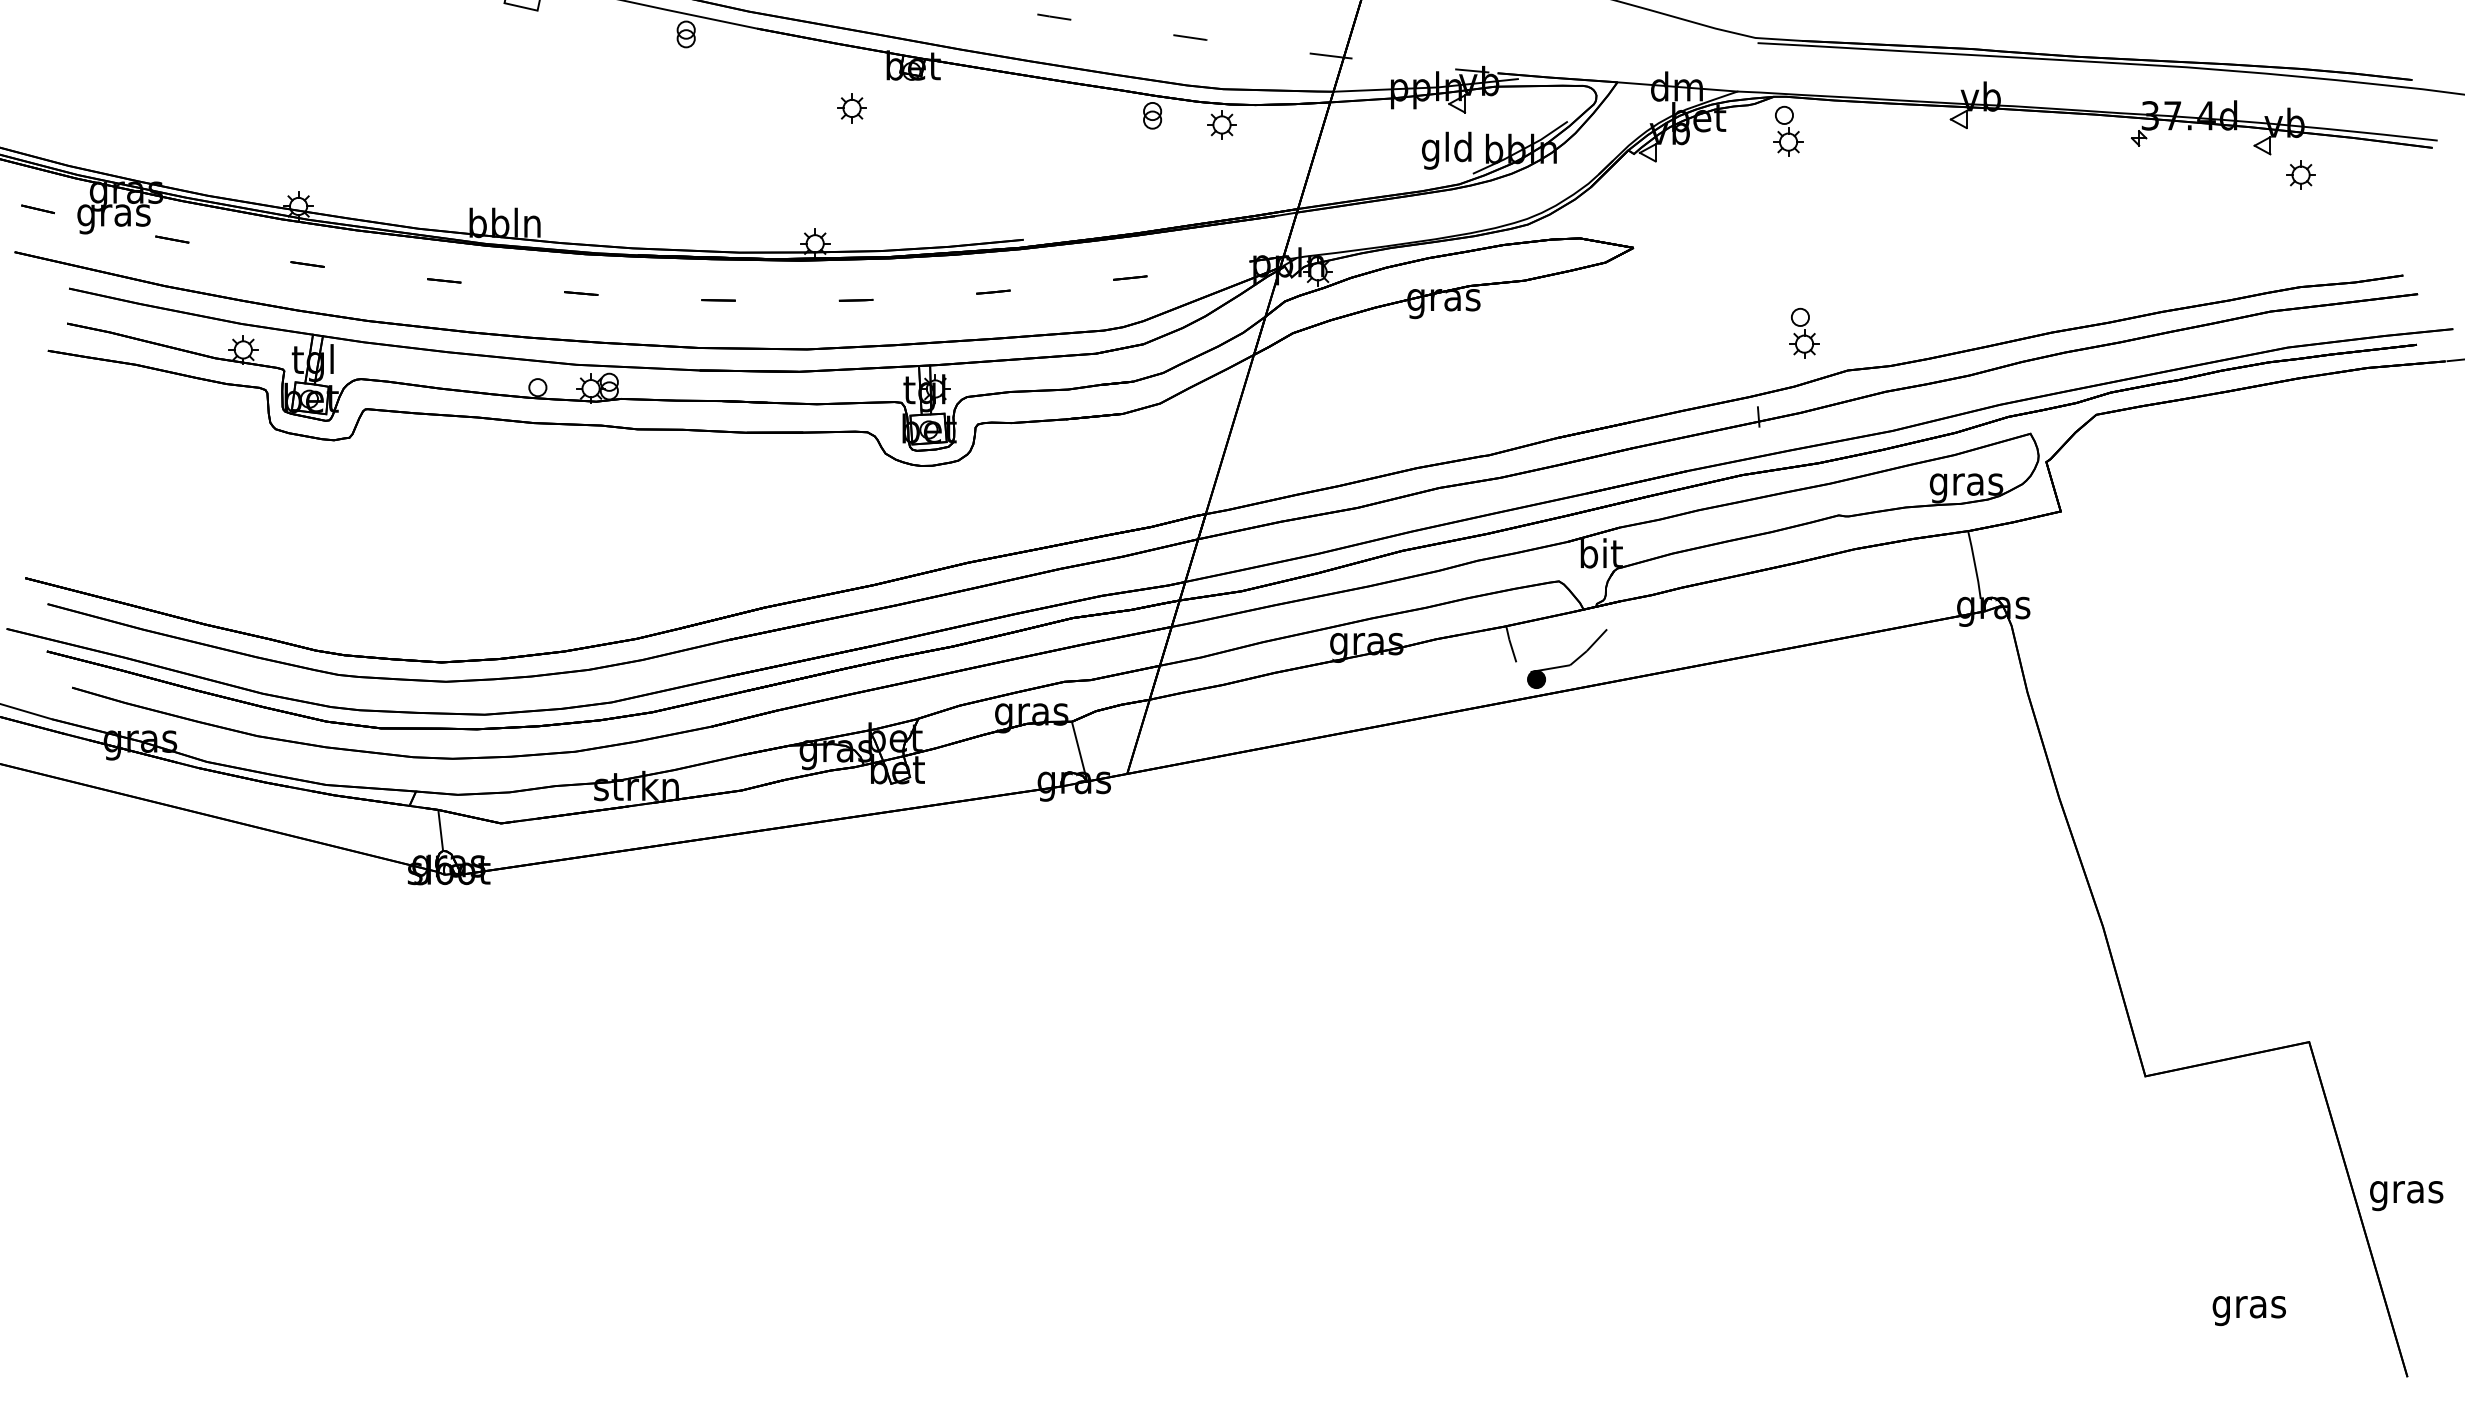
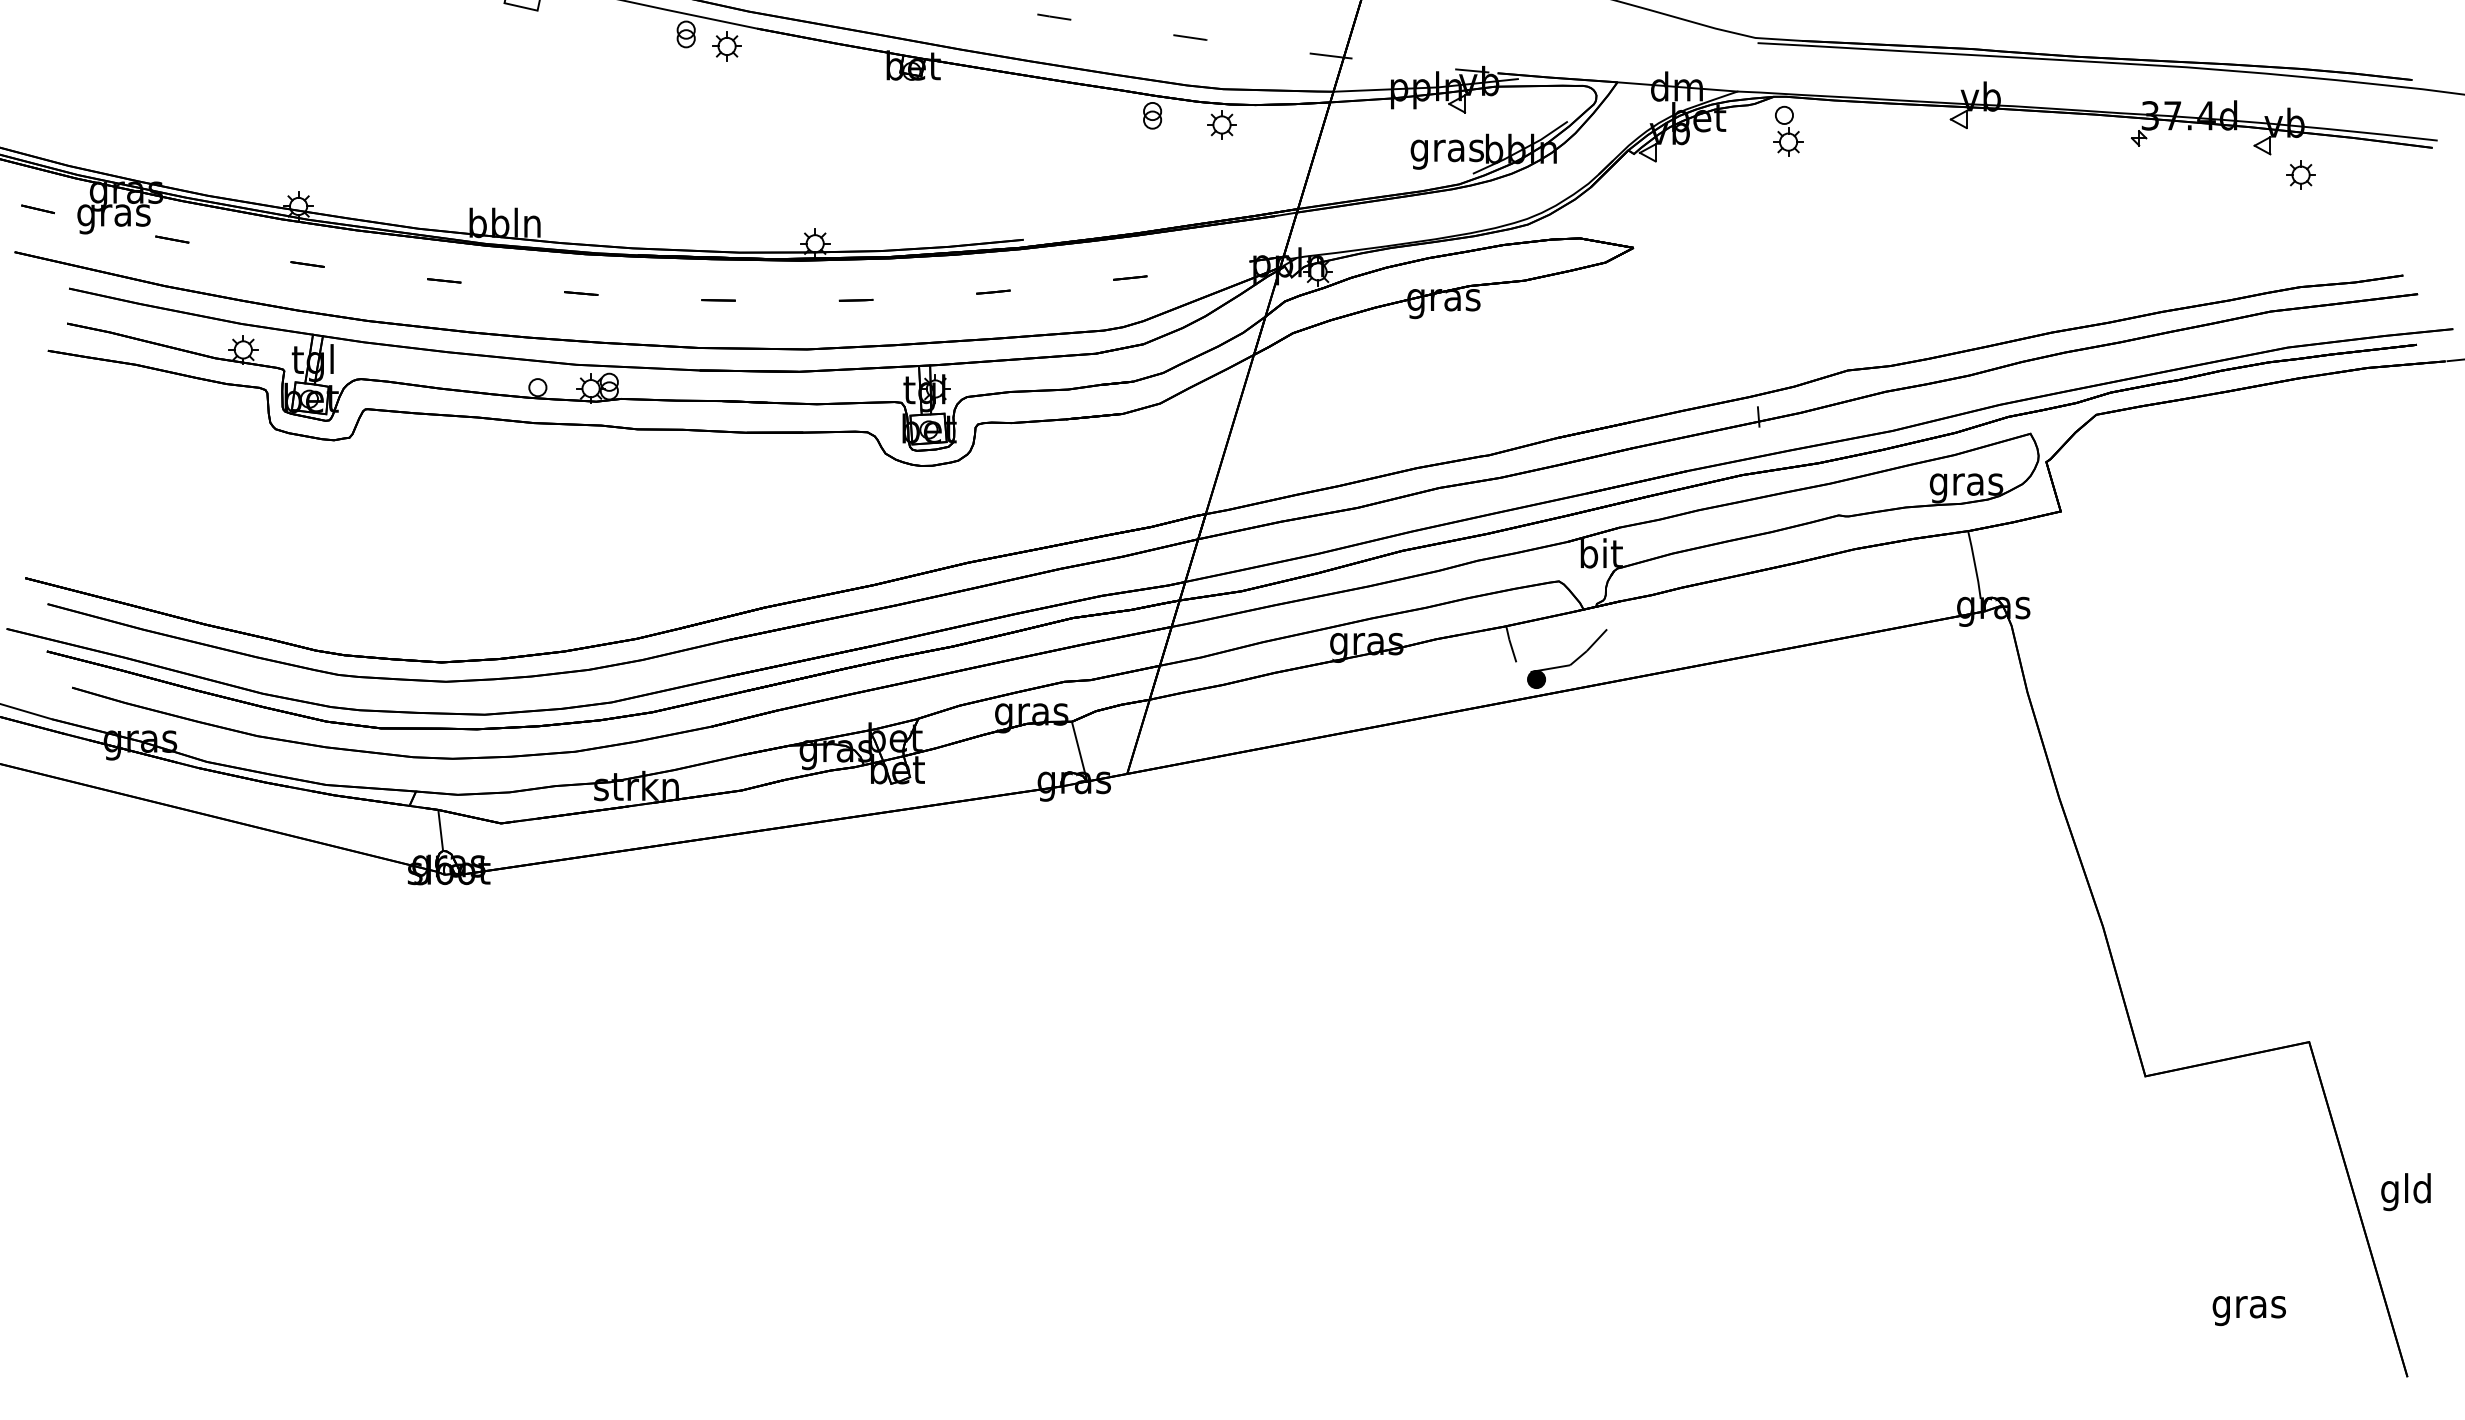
part at (851, 108) position: (851, 108) -> (726, 46)
text at (1446, 150): gld -> gras
part at (1804, 332): present -> none
text at (2406, 1192): gras -> gld
